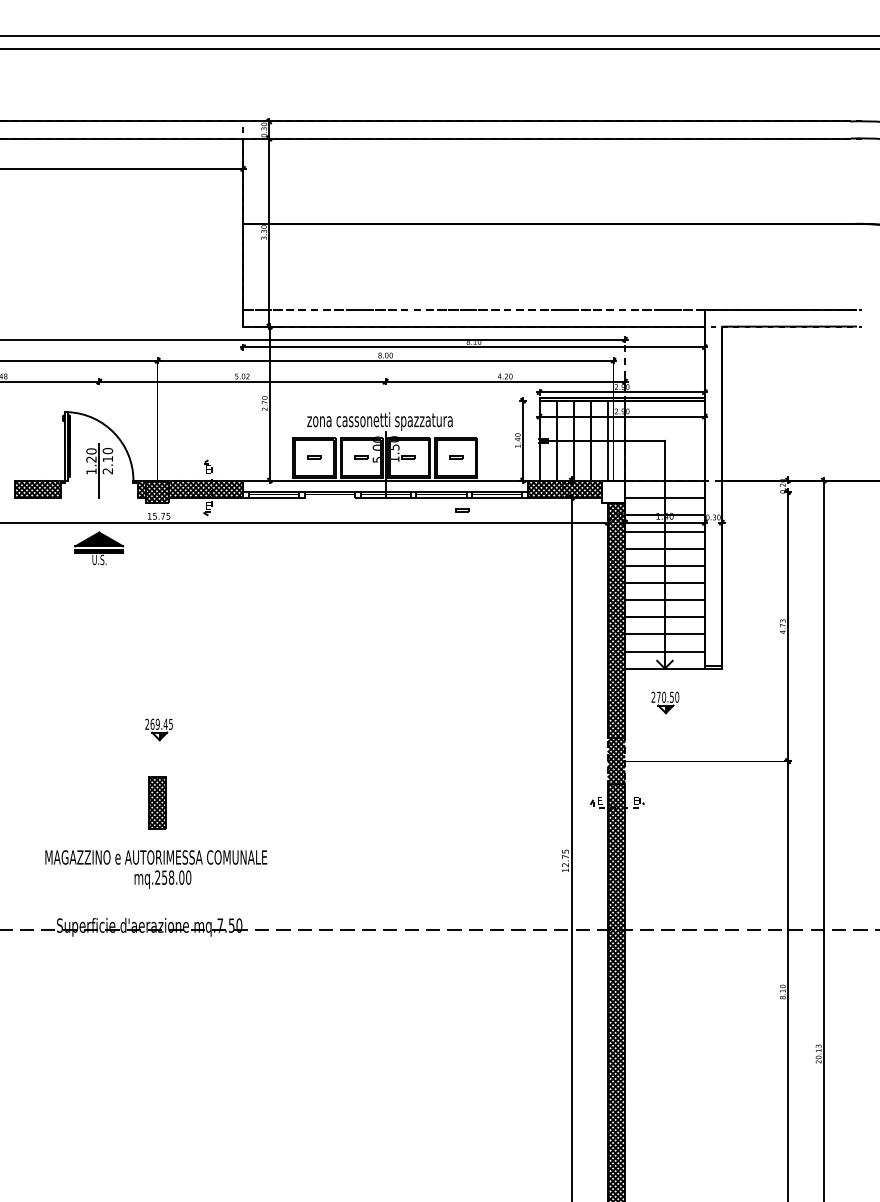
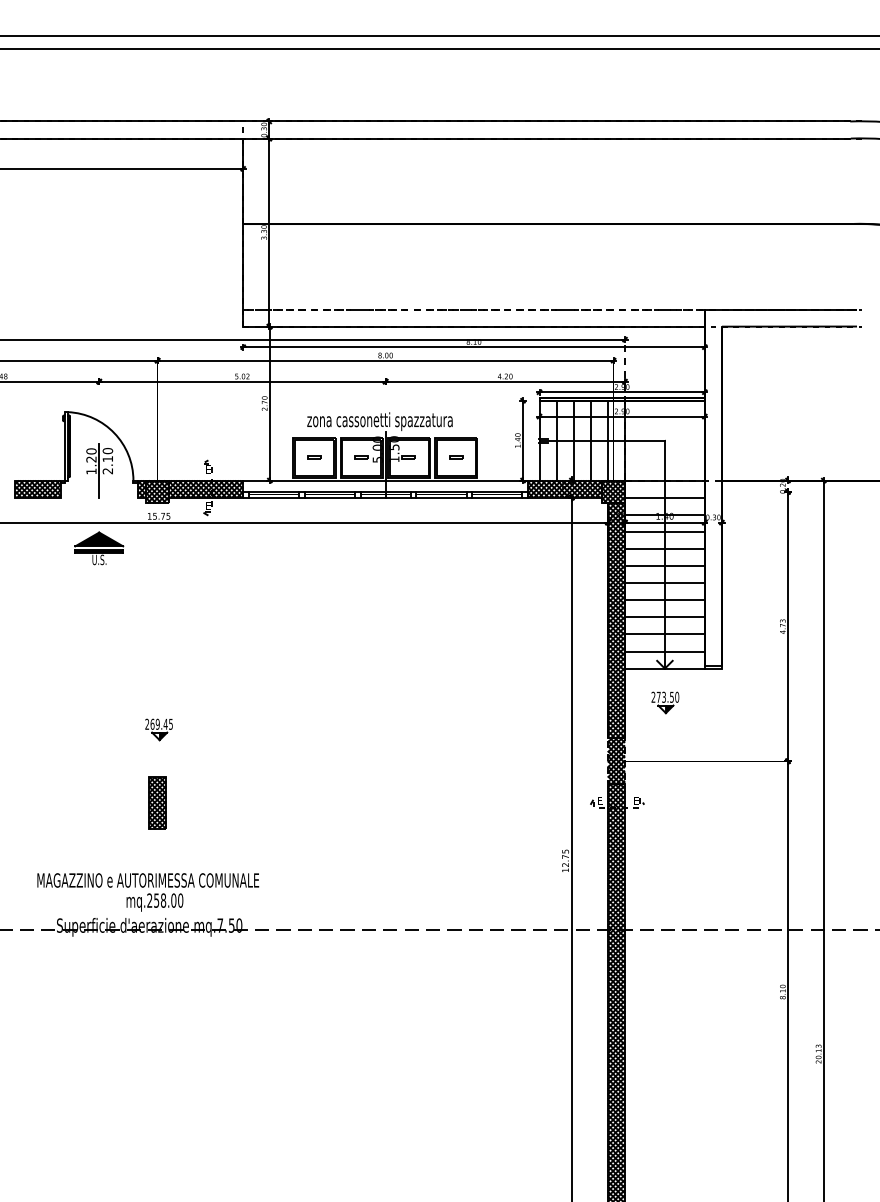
hatch at (613, 491): none -> present
line at (329, 497): none -> present
part at (462, 510): present -> none
text at (664, 696): 270.50 -> 273.50
text at (156, 869) position: (156, 869) -> (148, 892)
